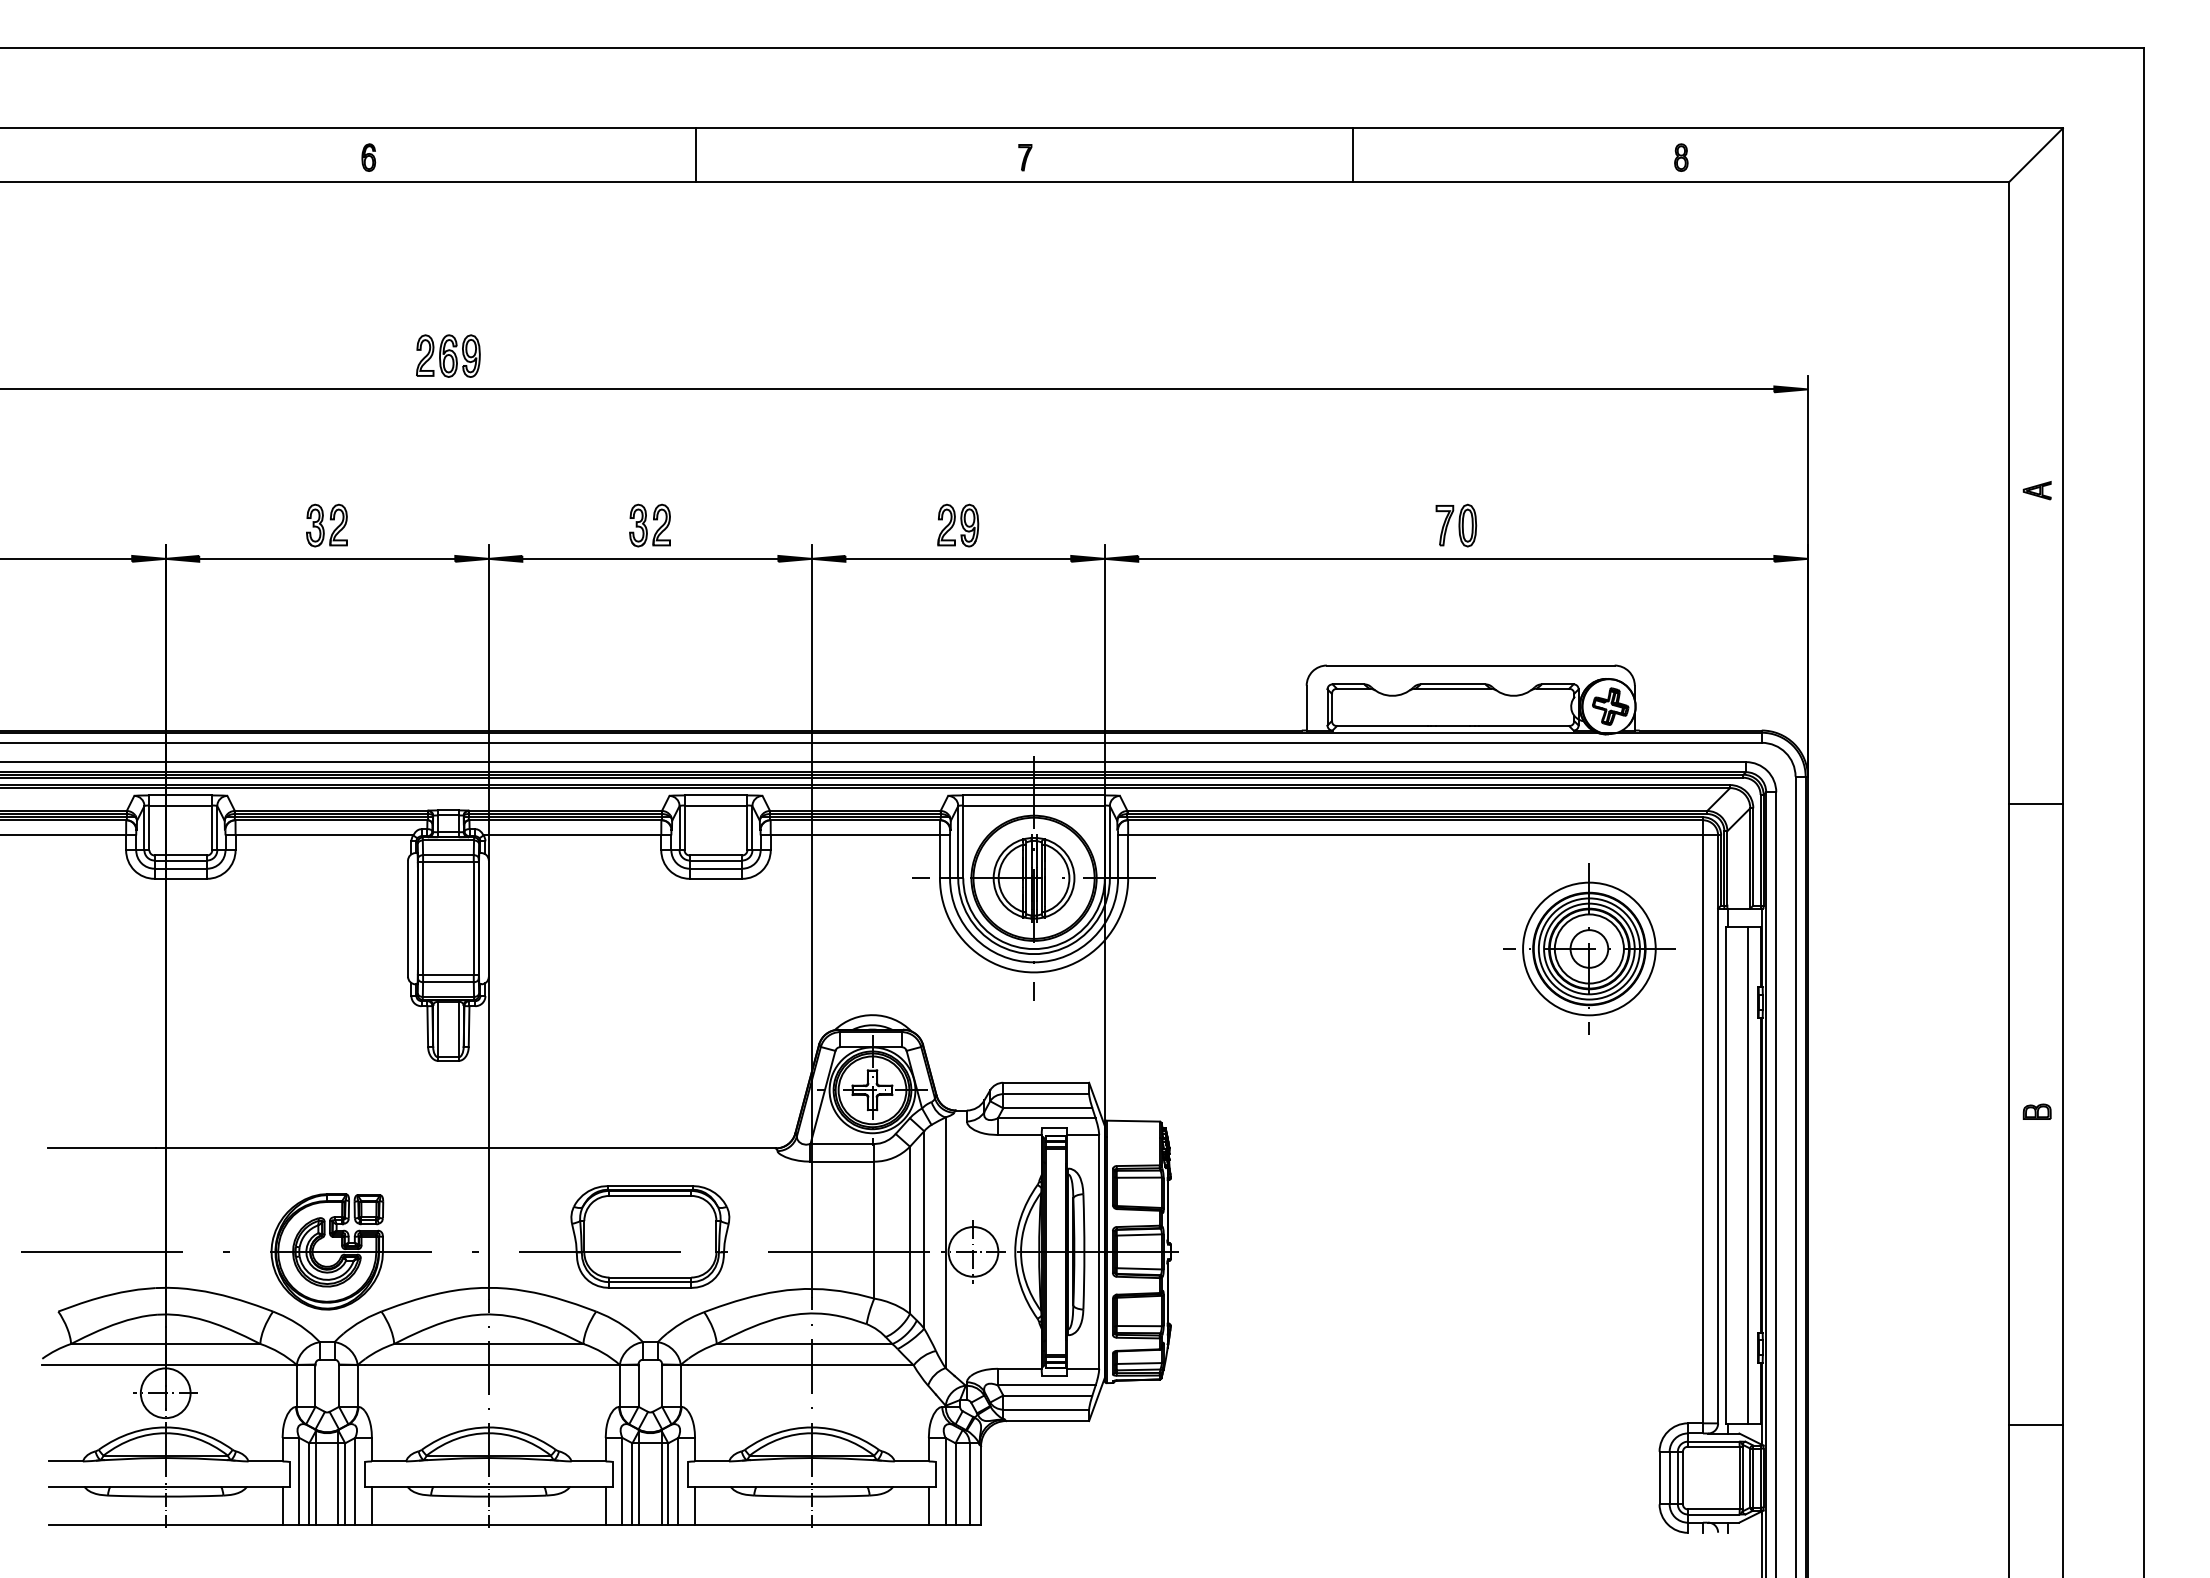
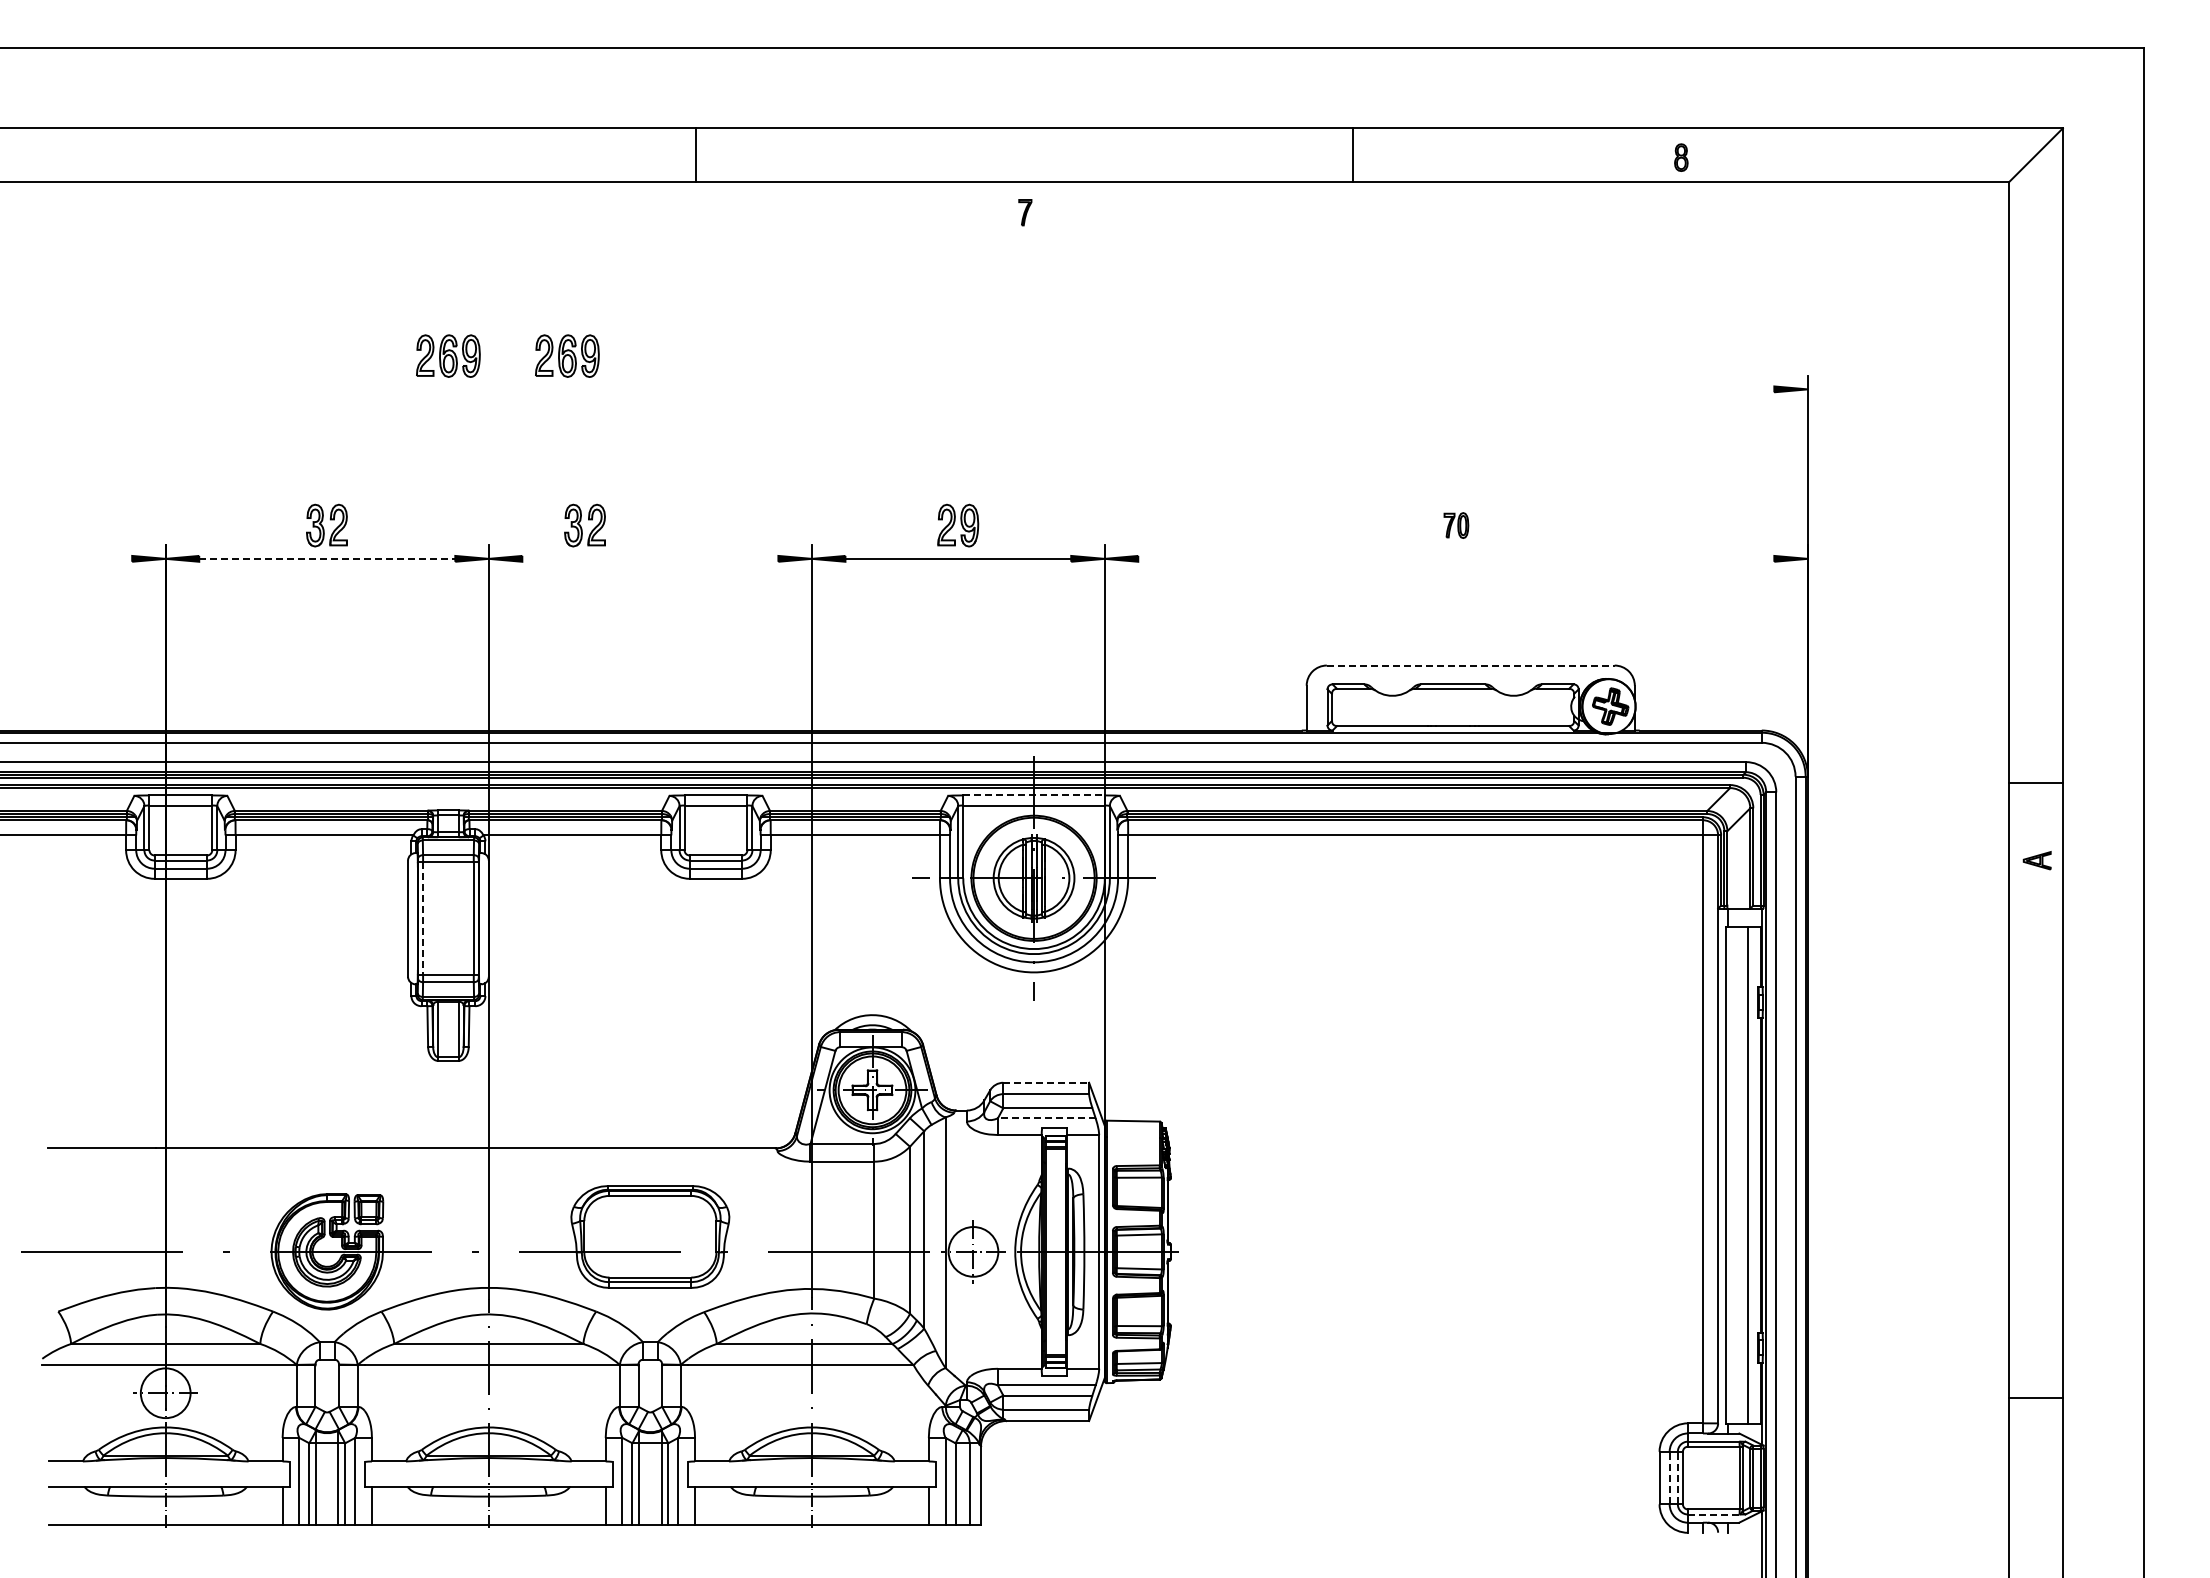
part at (368, 157): present -> none
part at (1025, 157) position: (1025, 157) -> (1025, 212)
part at (567, 355): none -> present
line at (888, 389): present -> none
part at (2036, 490) position: (2036, 490) -> (2036, 860)
part at (649, 525) position: (649, 525) -> (584, 525)
part at (1456, 525) size: 43x45 px -> 27x27 px
line at (67, 558): present -> none
line at (327, 558): solid -> dashed
line at (650, 558): present -> none
line at (1456, 558): present -> none
line at (1470, 665): solid -> dashed
line at (1034, 795): solid -> dashed
line at (2035, 803) position: (2035, 803) -> (2035, 782)
line at (423, 919): solid -> dashed
part at (1589, 948): present -> none
line at (1046, 1082): solid -> dashed
part at (2036, 1111): present -> none
line at (1046, 1118): solid -> dashed
line at (2035, 1425) position: (2035, 1425) -> (2035, 1398)
line at (1669, 1477): solid -> dashed
line at (1677, 1477): solid -> dashed
line at (1713, 1514): solid -> dashed
